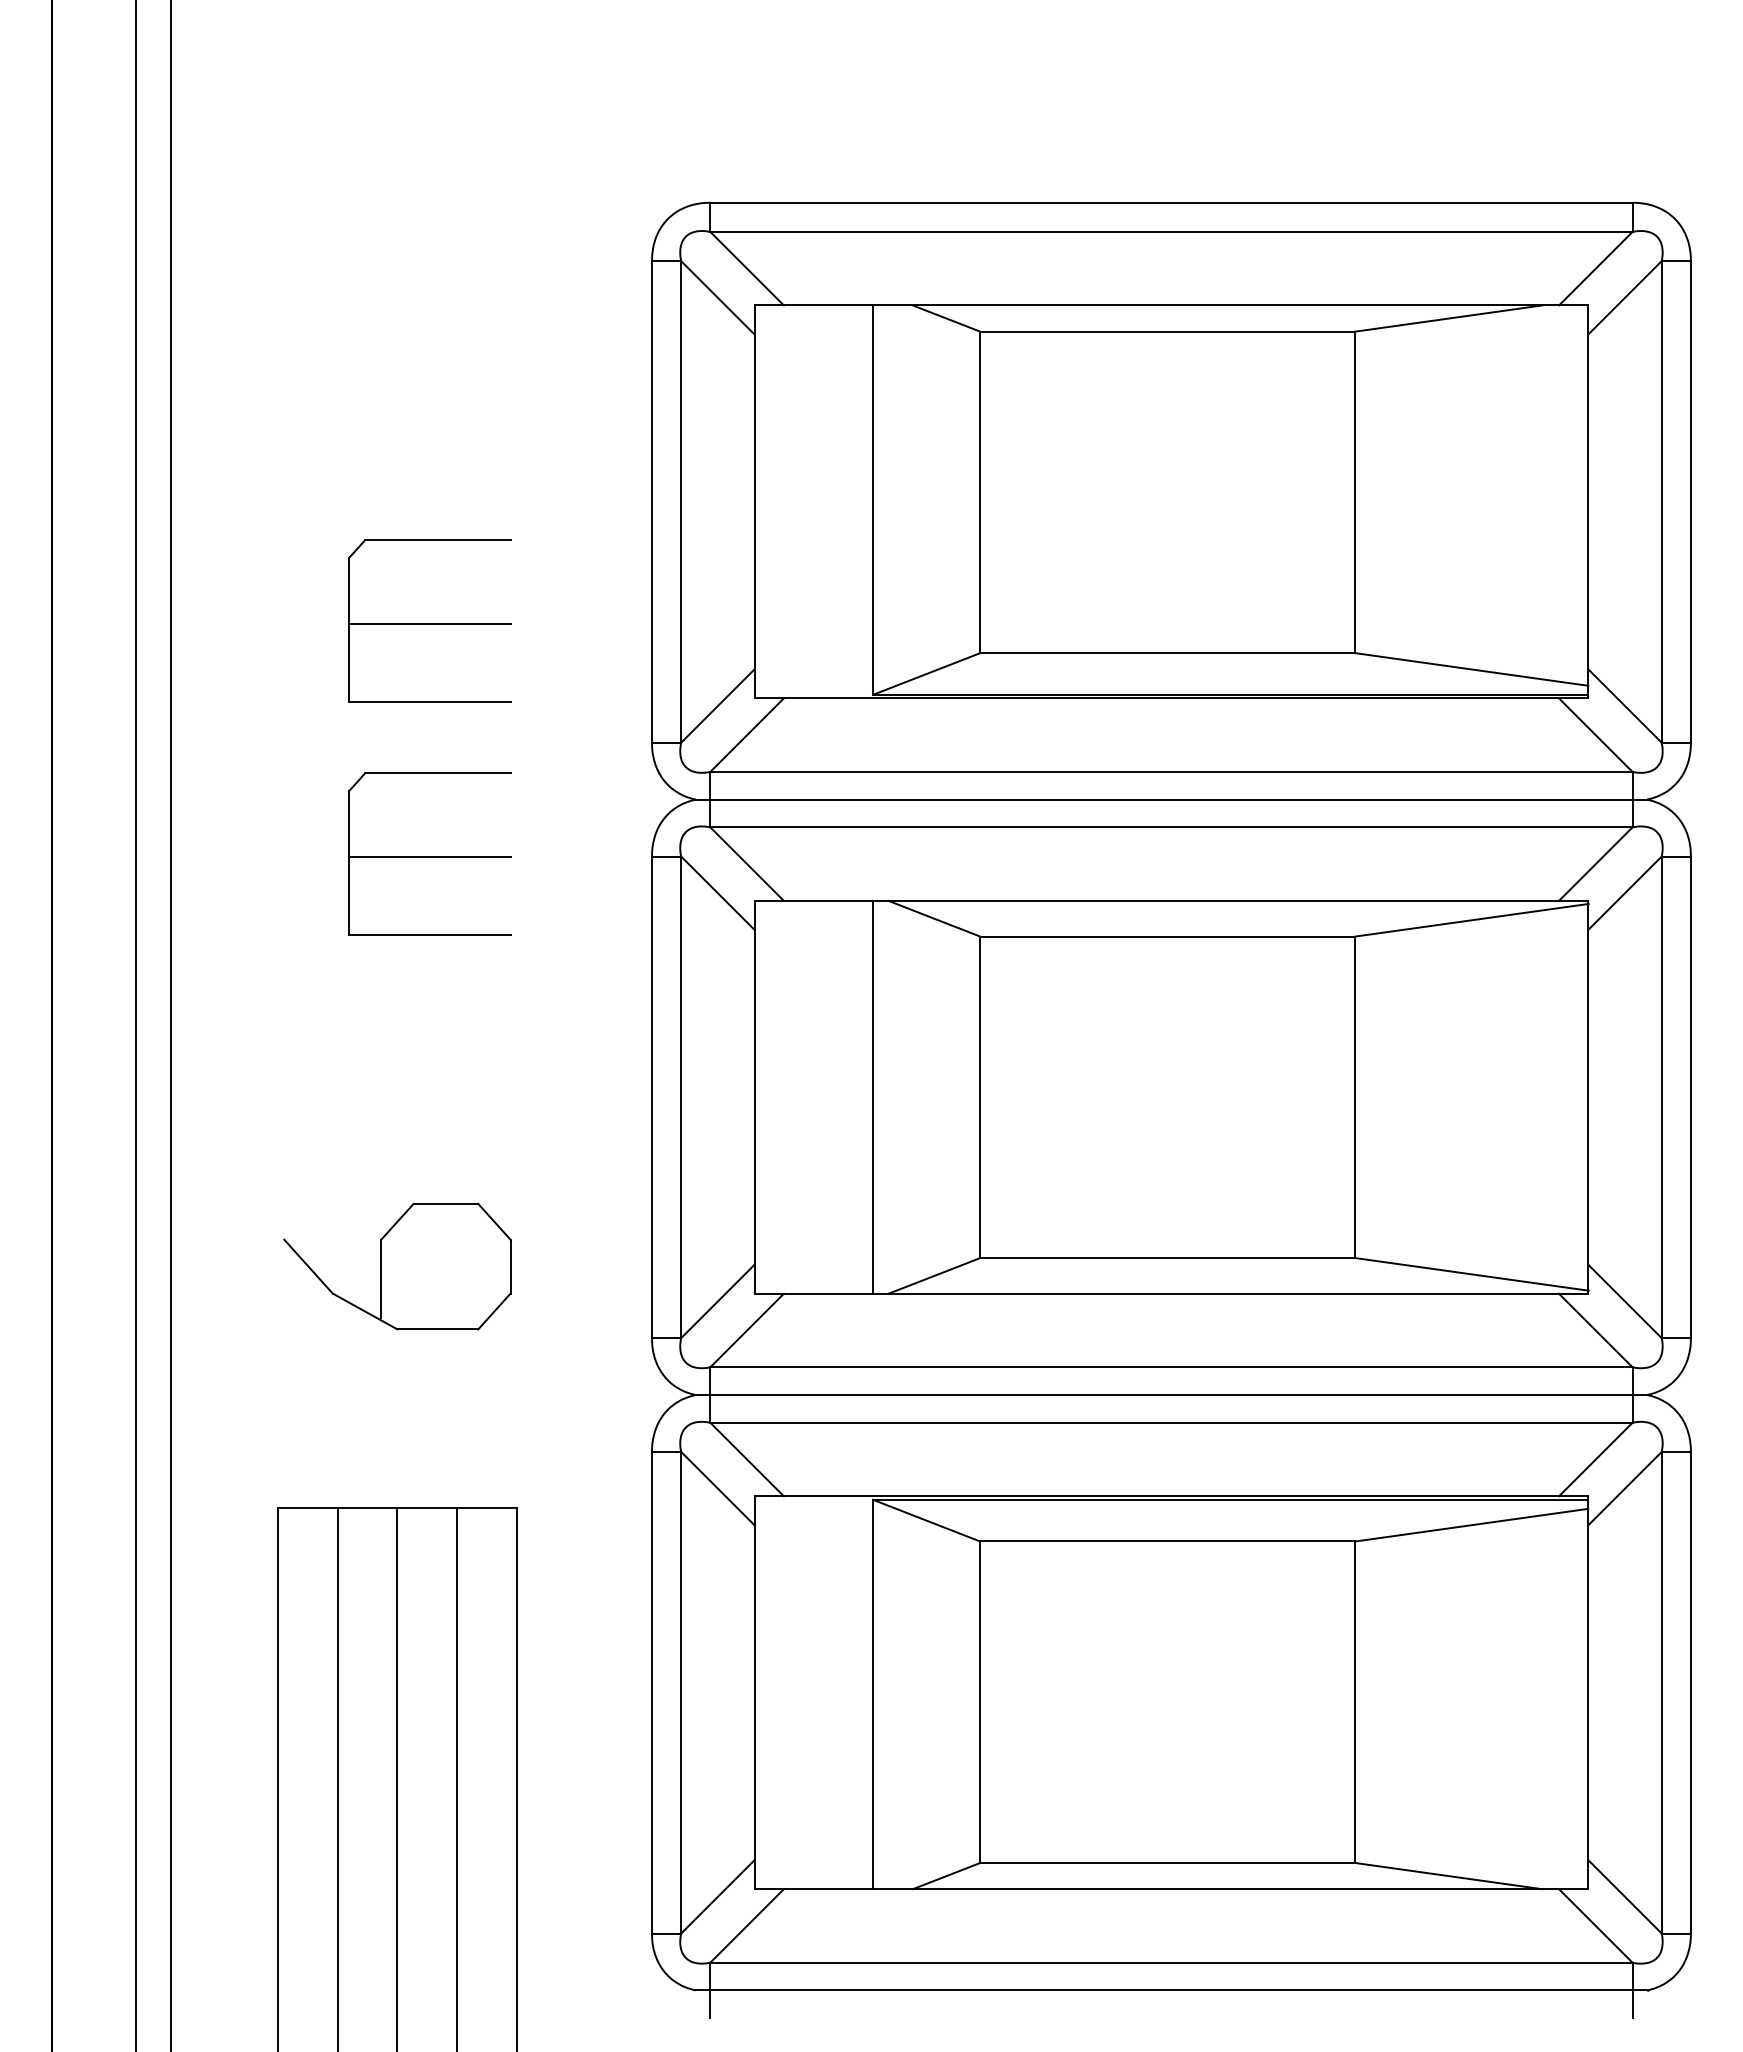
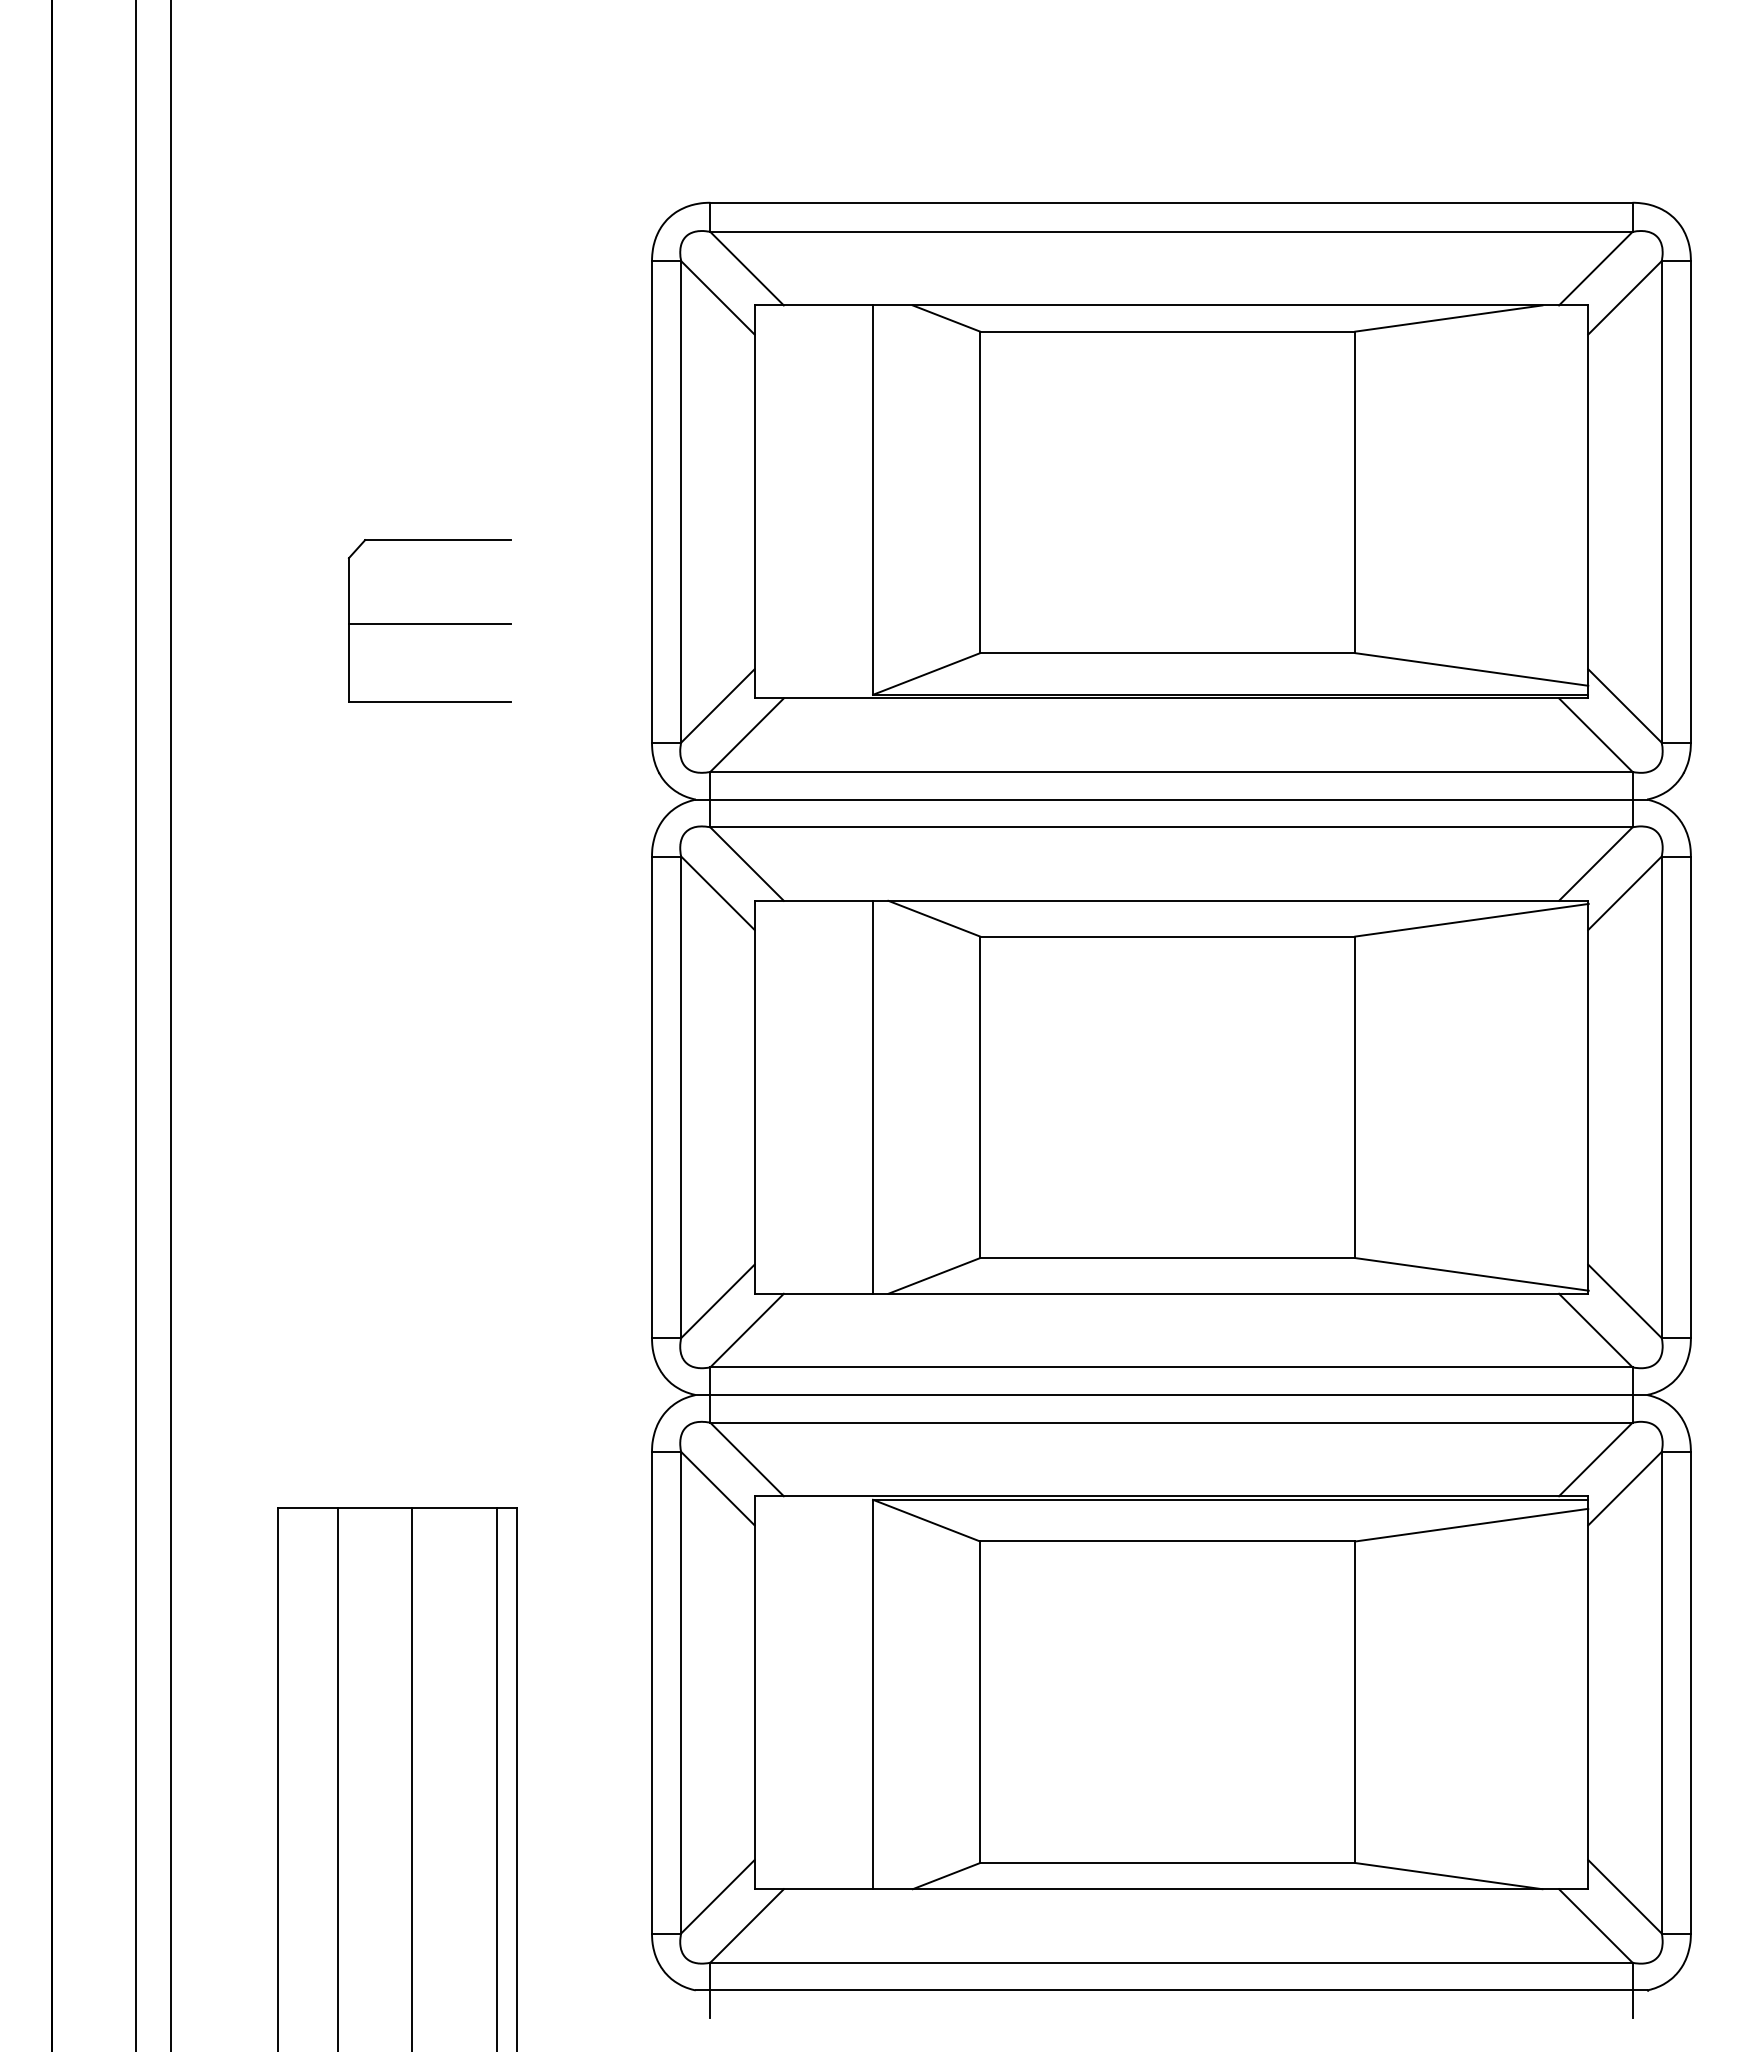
part at (429, 853): present -> none
part at (397, 1266): present -> none
line at (397, 1778) position: (397, 1778) -> (412, 1778)
line at (456, 1778) position: (456, 1778) -> (496, 1778)
